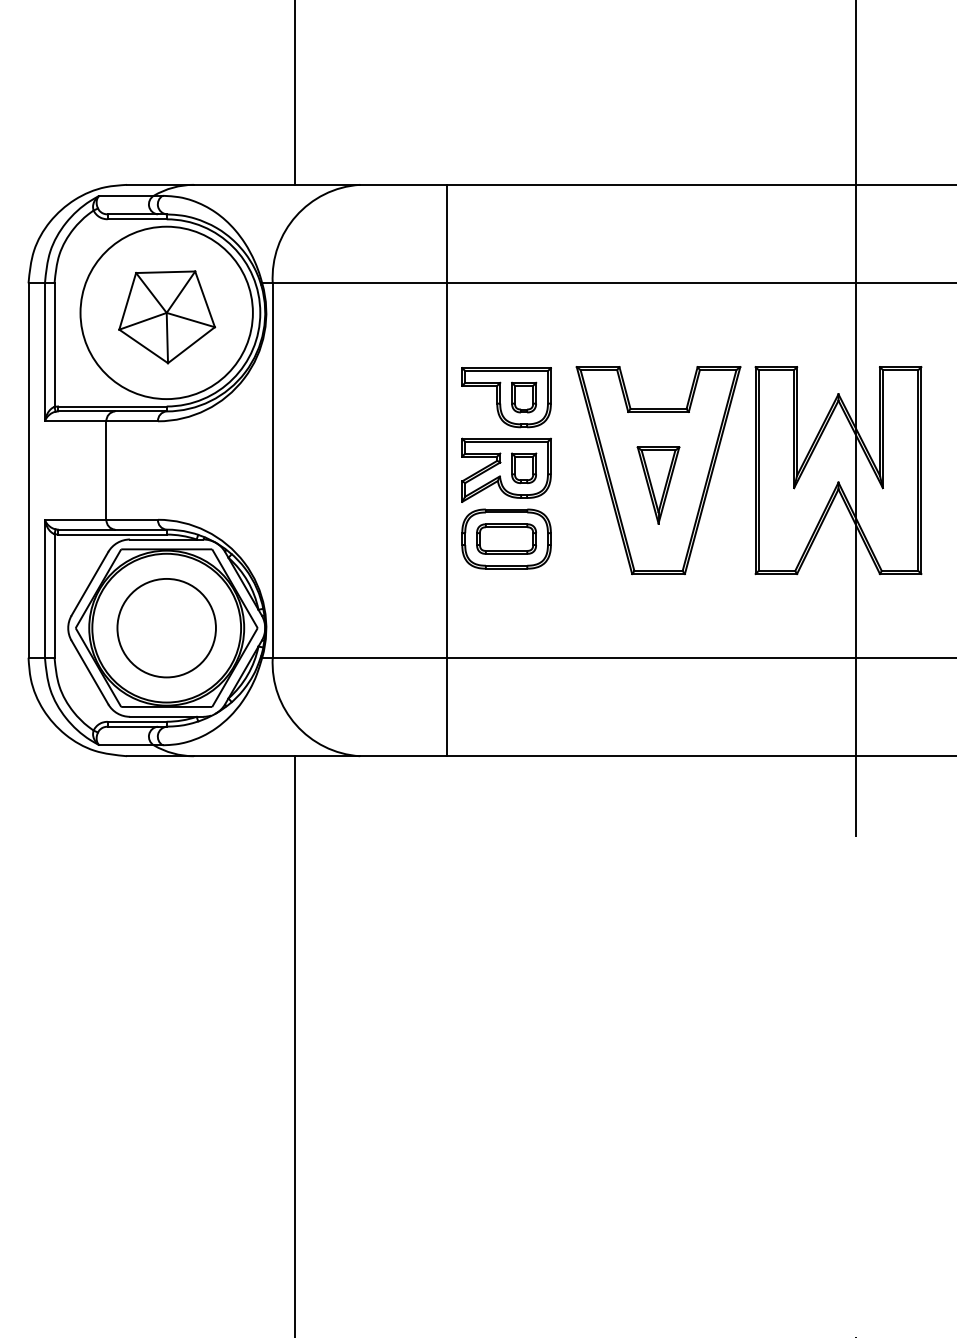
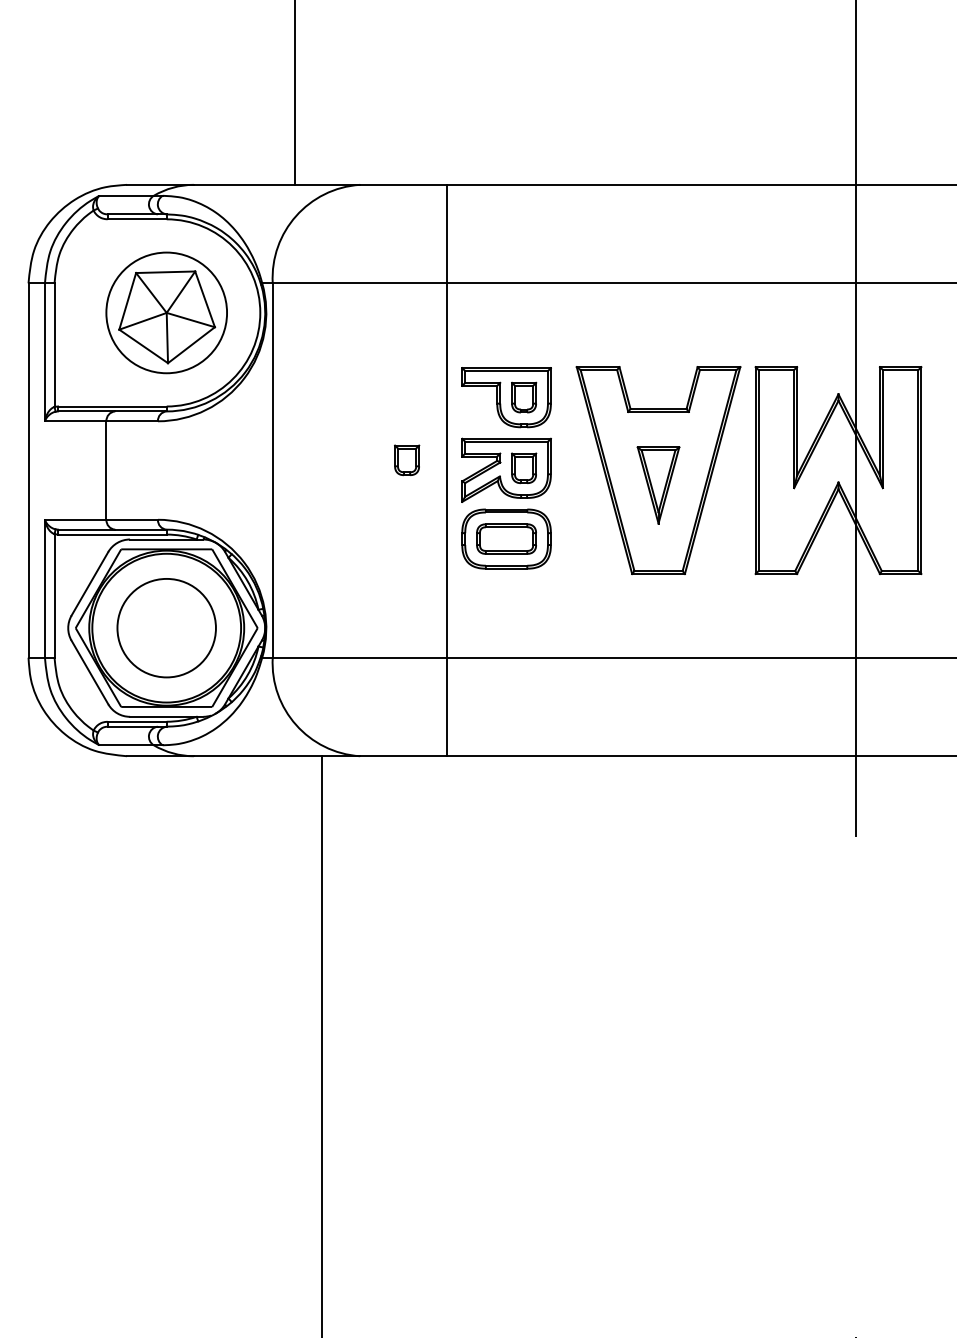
circle at (166, 312) diameter: 172 px -> 121 px
part at (407, 460): none -> present
line at (294, 1045) position: (294, 1045) -> (321, 1045)
